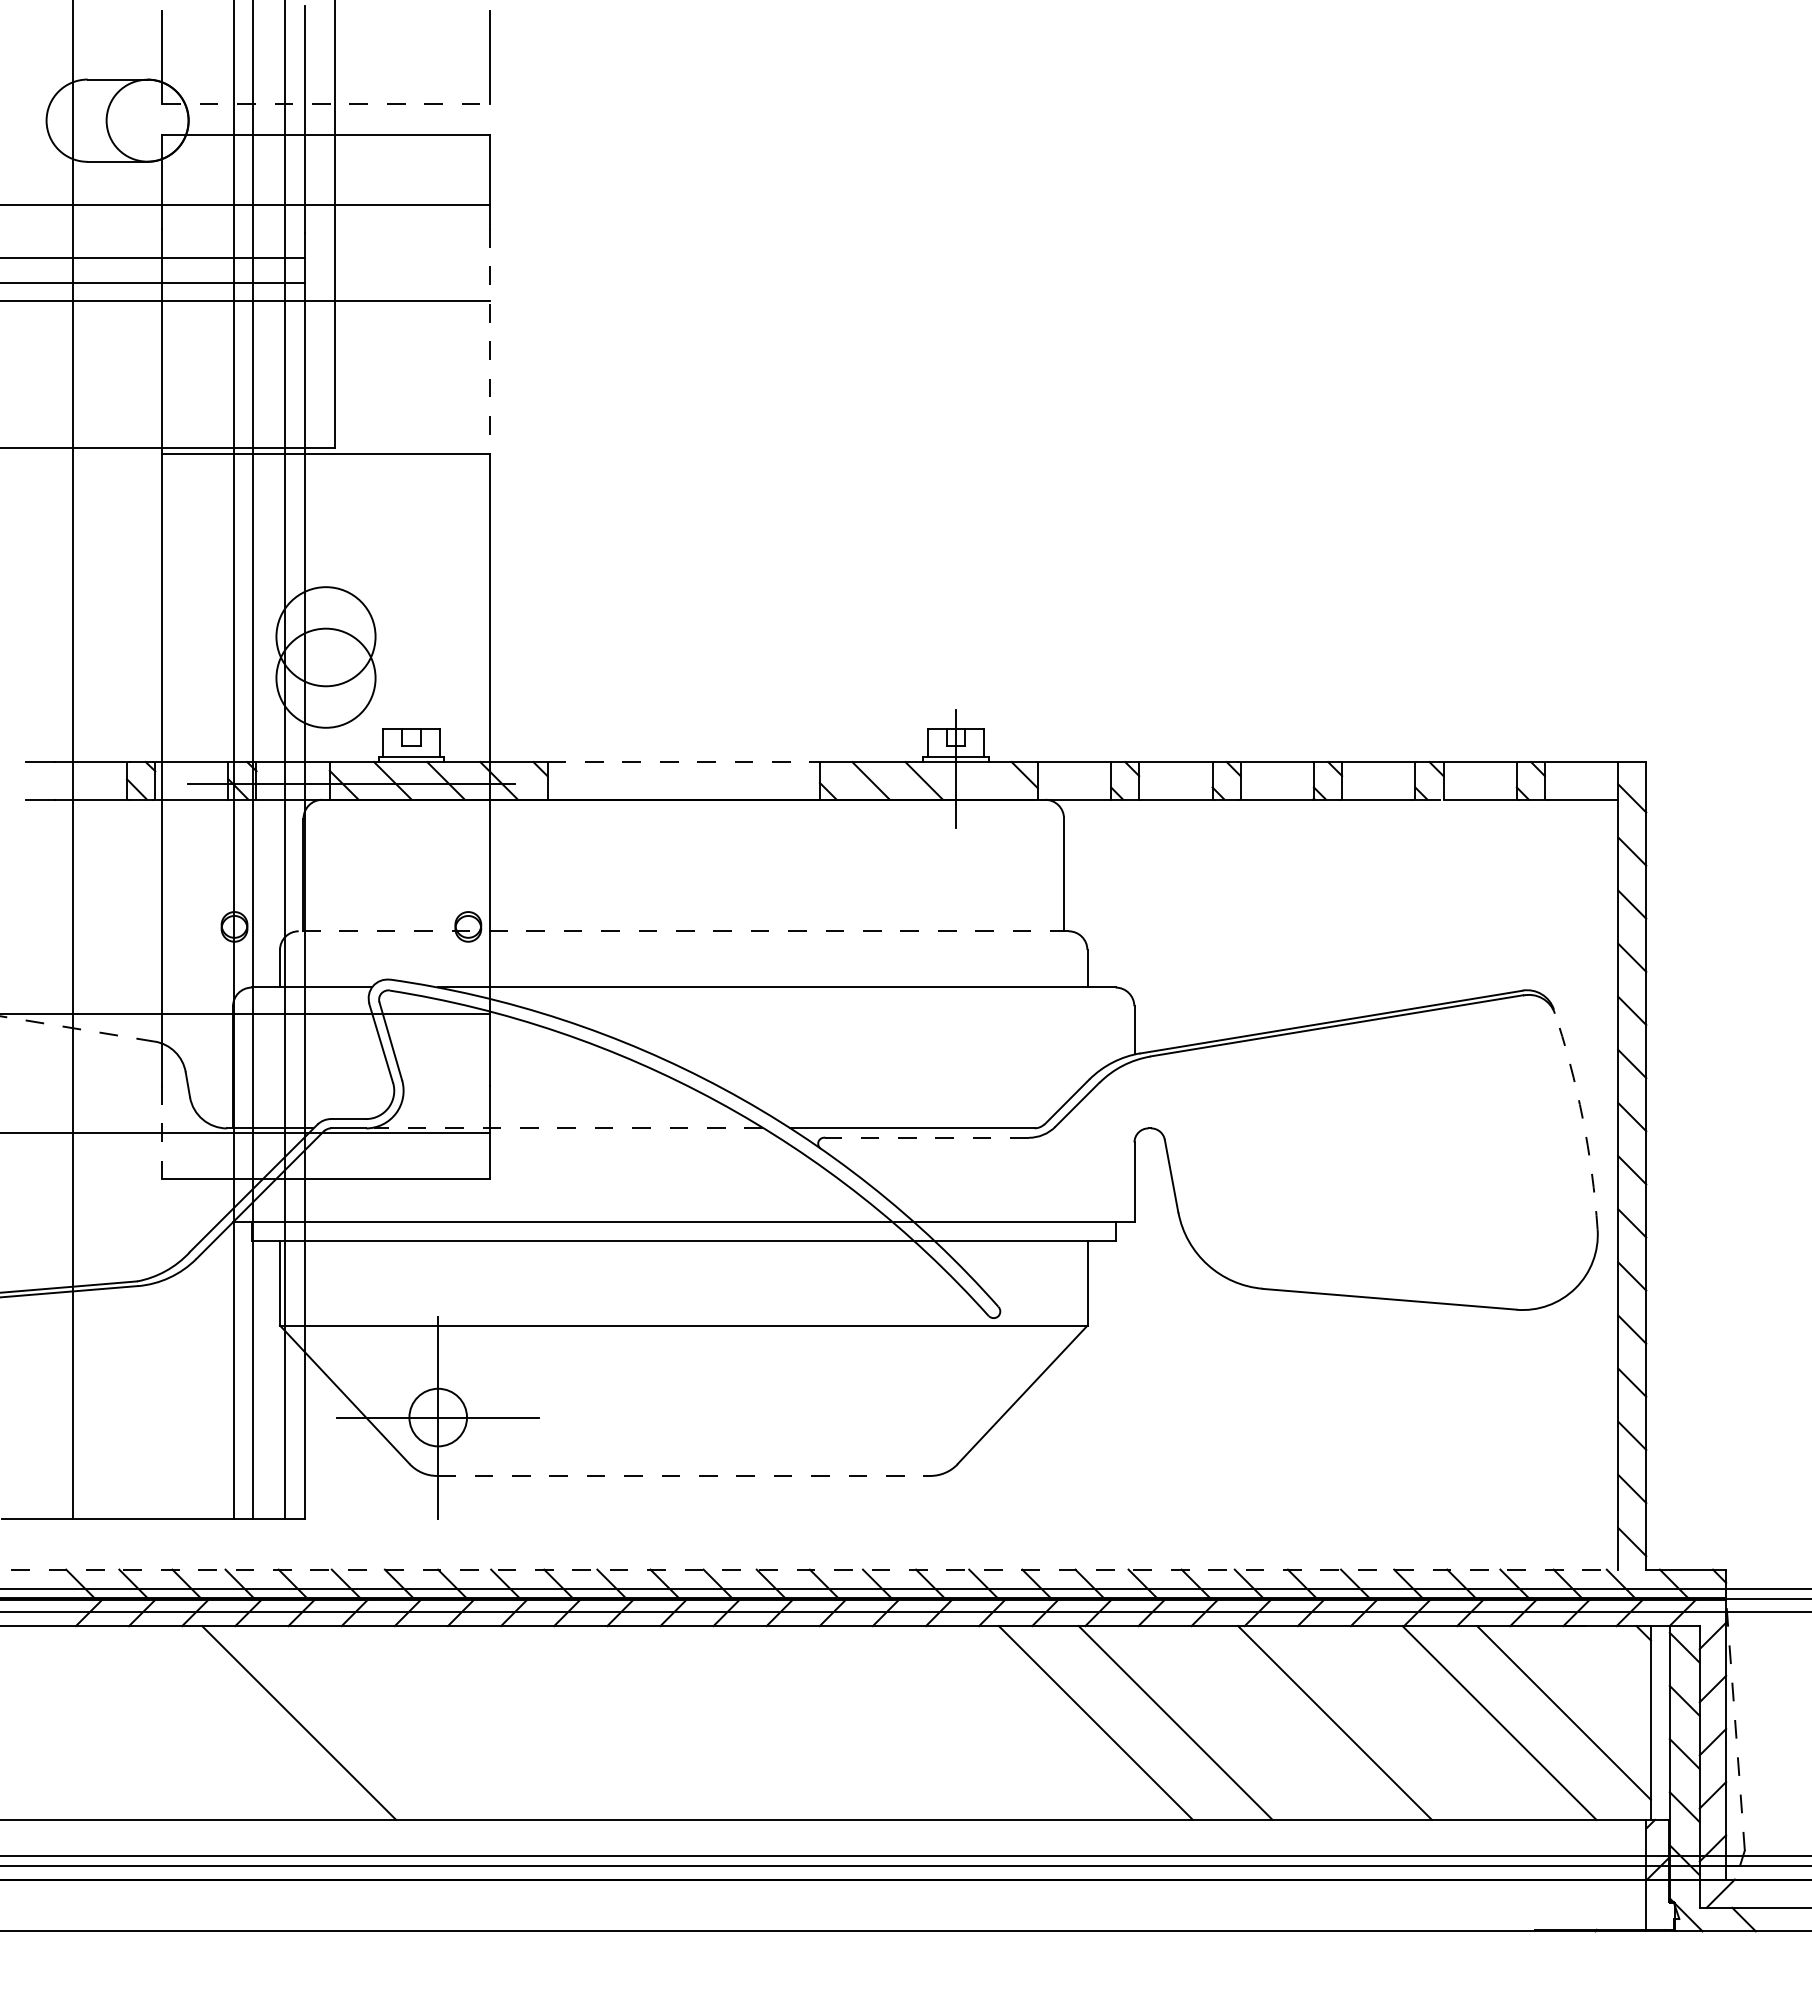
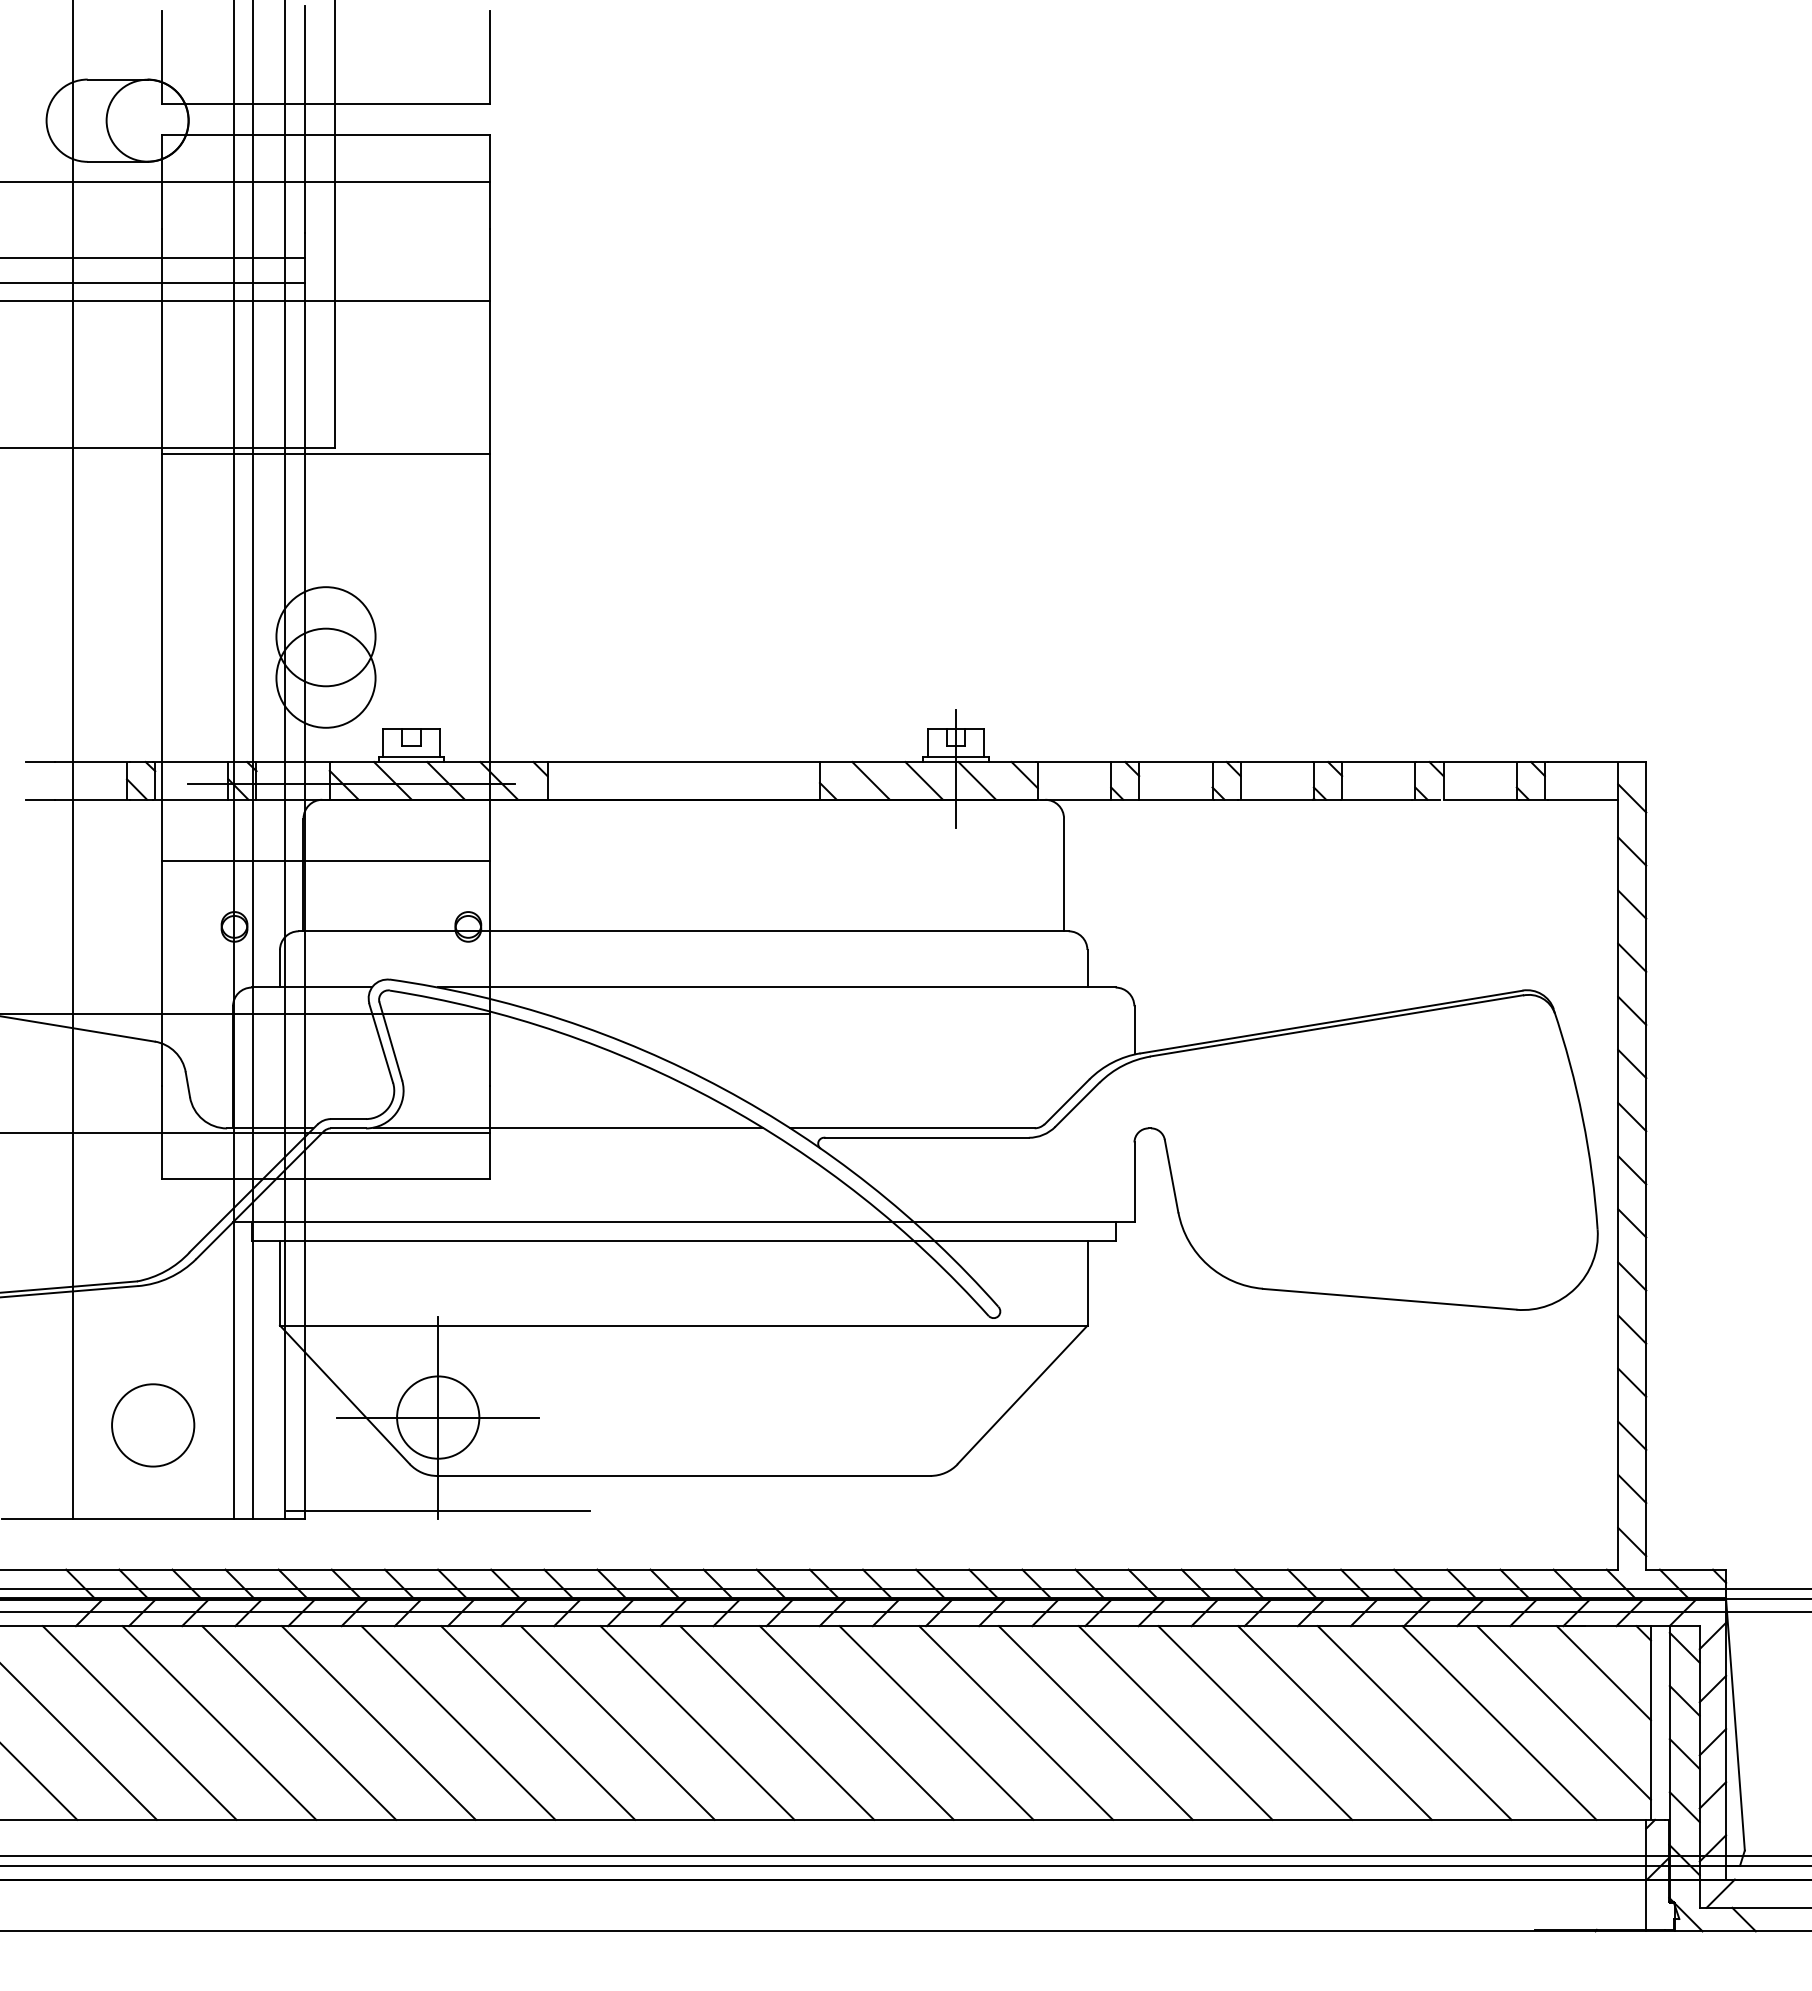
line at (326, 104): dashed -> solid
line at (245, 205) position: (245, 205) -> (245, 182)
line at (489, 341): dashed -> solid
line at (684, 762): dashed -> solid
line at (976, 780): none -> present
line at (325, 861): none -> present
line at (683, 931): dashed -> solid
line at (76, 1028): dashed -> solid
arc at (1582, 1118): dashed -> solid
line at (568, 1128): dashed -> solid
line at (162, 1132): dashed -> solid
line at (926, 1137): dashed -> solid
circle at (438, 1417) diameter: 58 px -> 82 px
circle at (153, 1425): none -> present
line at (683, 1475): dashed -> solid
line at (437, 1511): none -> present
line at (809, 1569): dashed -> solid
line at (1603, 1673): none -> present
line at (139, 1722): none -> present
line at (219, 1722): none -> present
line at (378, 1722): none -> present
line at (458, 1722): none -> present
line at (538, 1722): none -> present
line at (617, 1722): none -> present
line at (697, 1722): none -> present
line at (777, 1722): none -> present
line at (856, 1722): none -> present
line at (936, 1722): none -> present
line at (1016, 1722): none -> present
line at (1255, 1722): none -> present
line at (1414, 1722): none -> present
line at (1735, 1725): dashed -> solid
line at (79, 1742): none -> present
line at (39, 1781): none -> present
